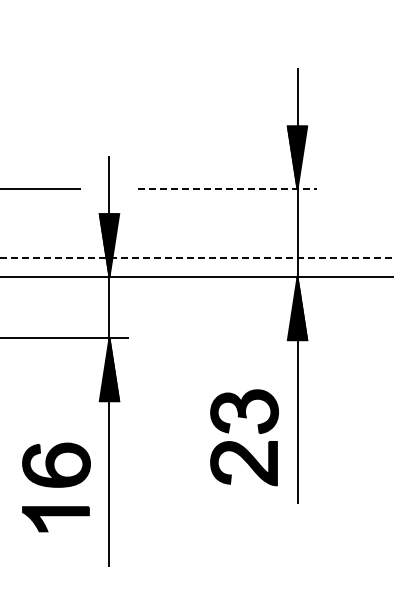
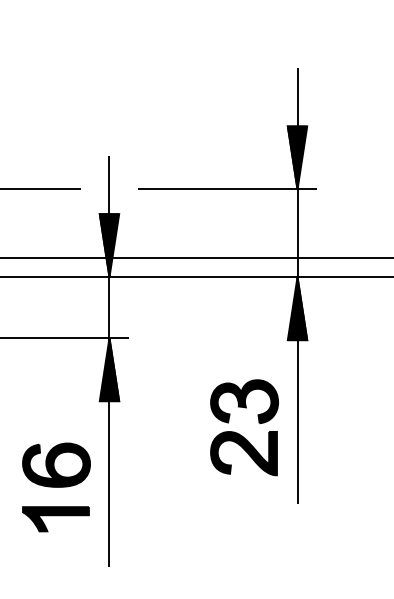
line at (227, 189): dashed -> solid
line at (197, 258): dashed -> solid
part at (239, 443) position: (239, 443) -> (239, 433)
